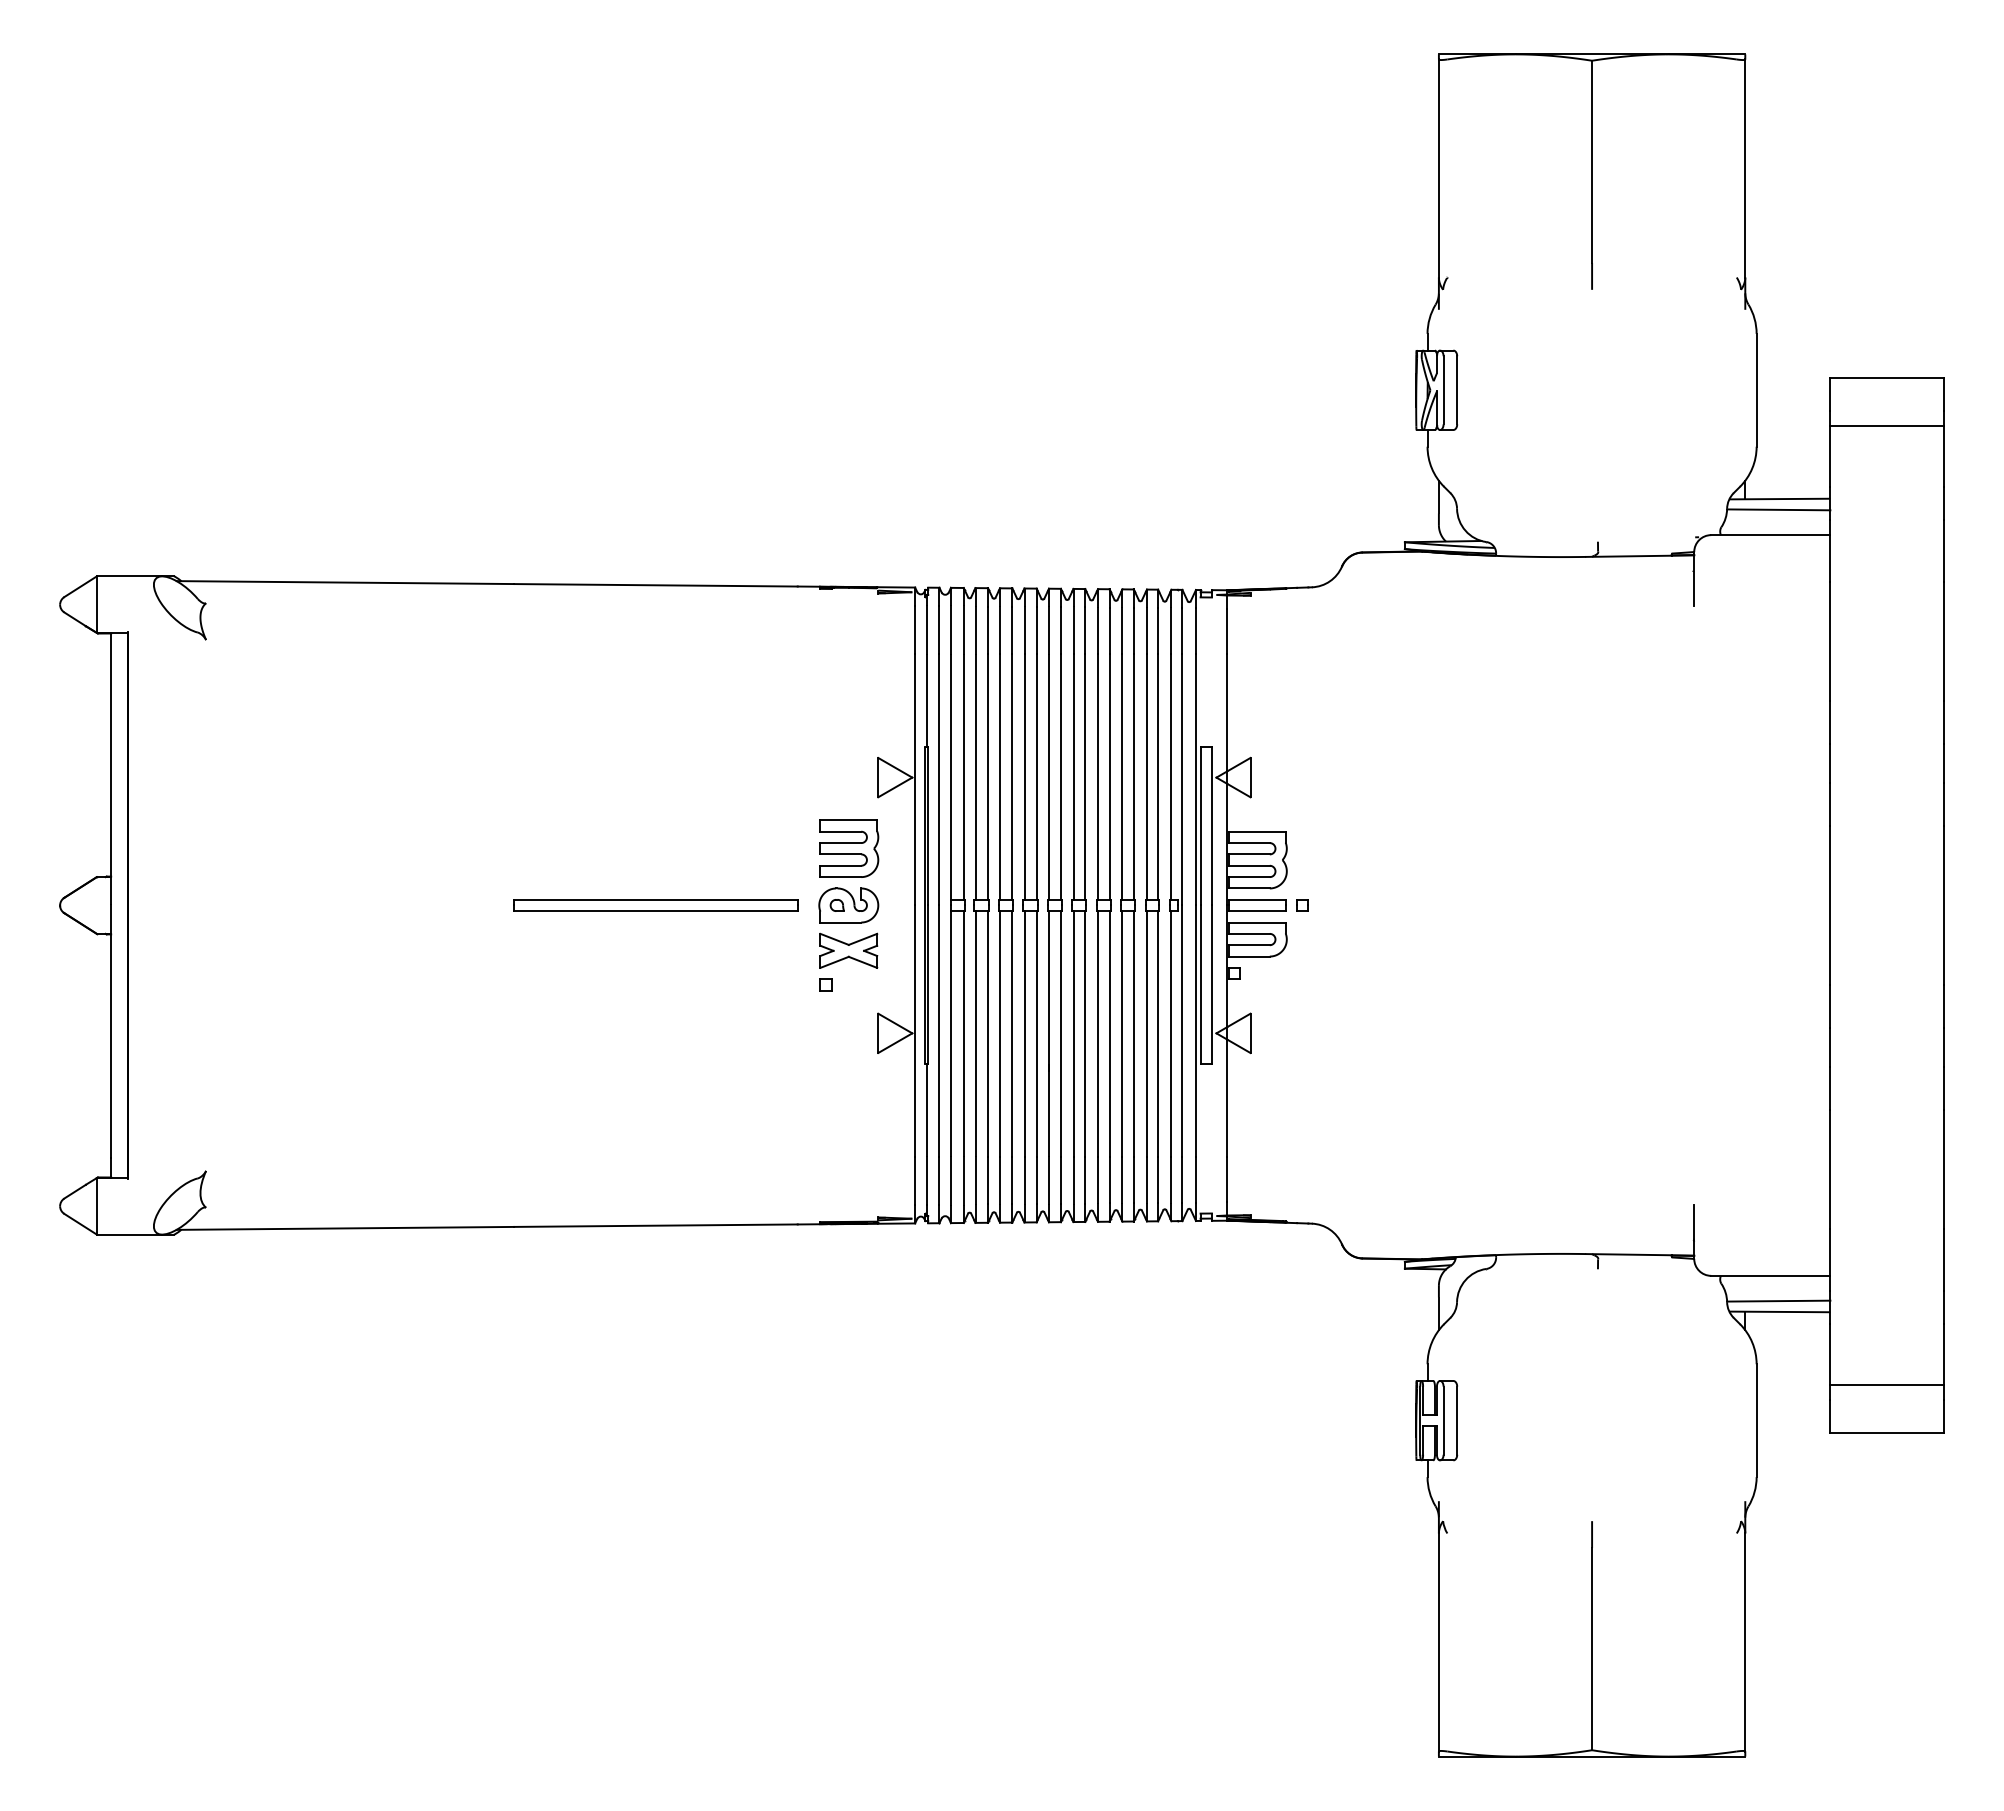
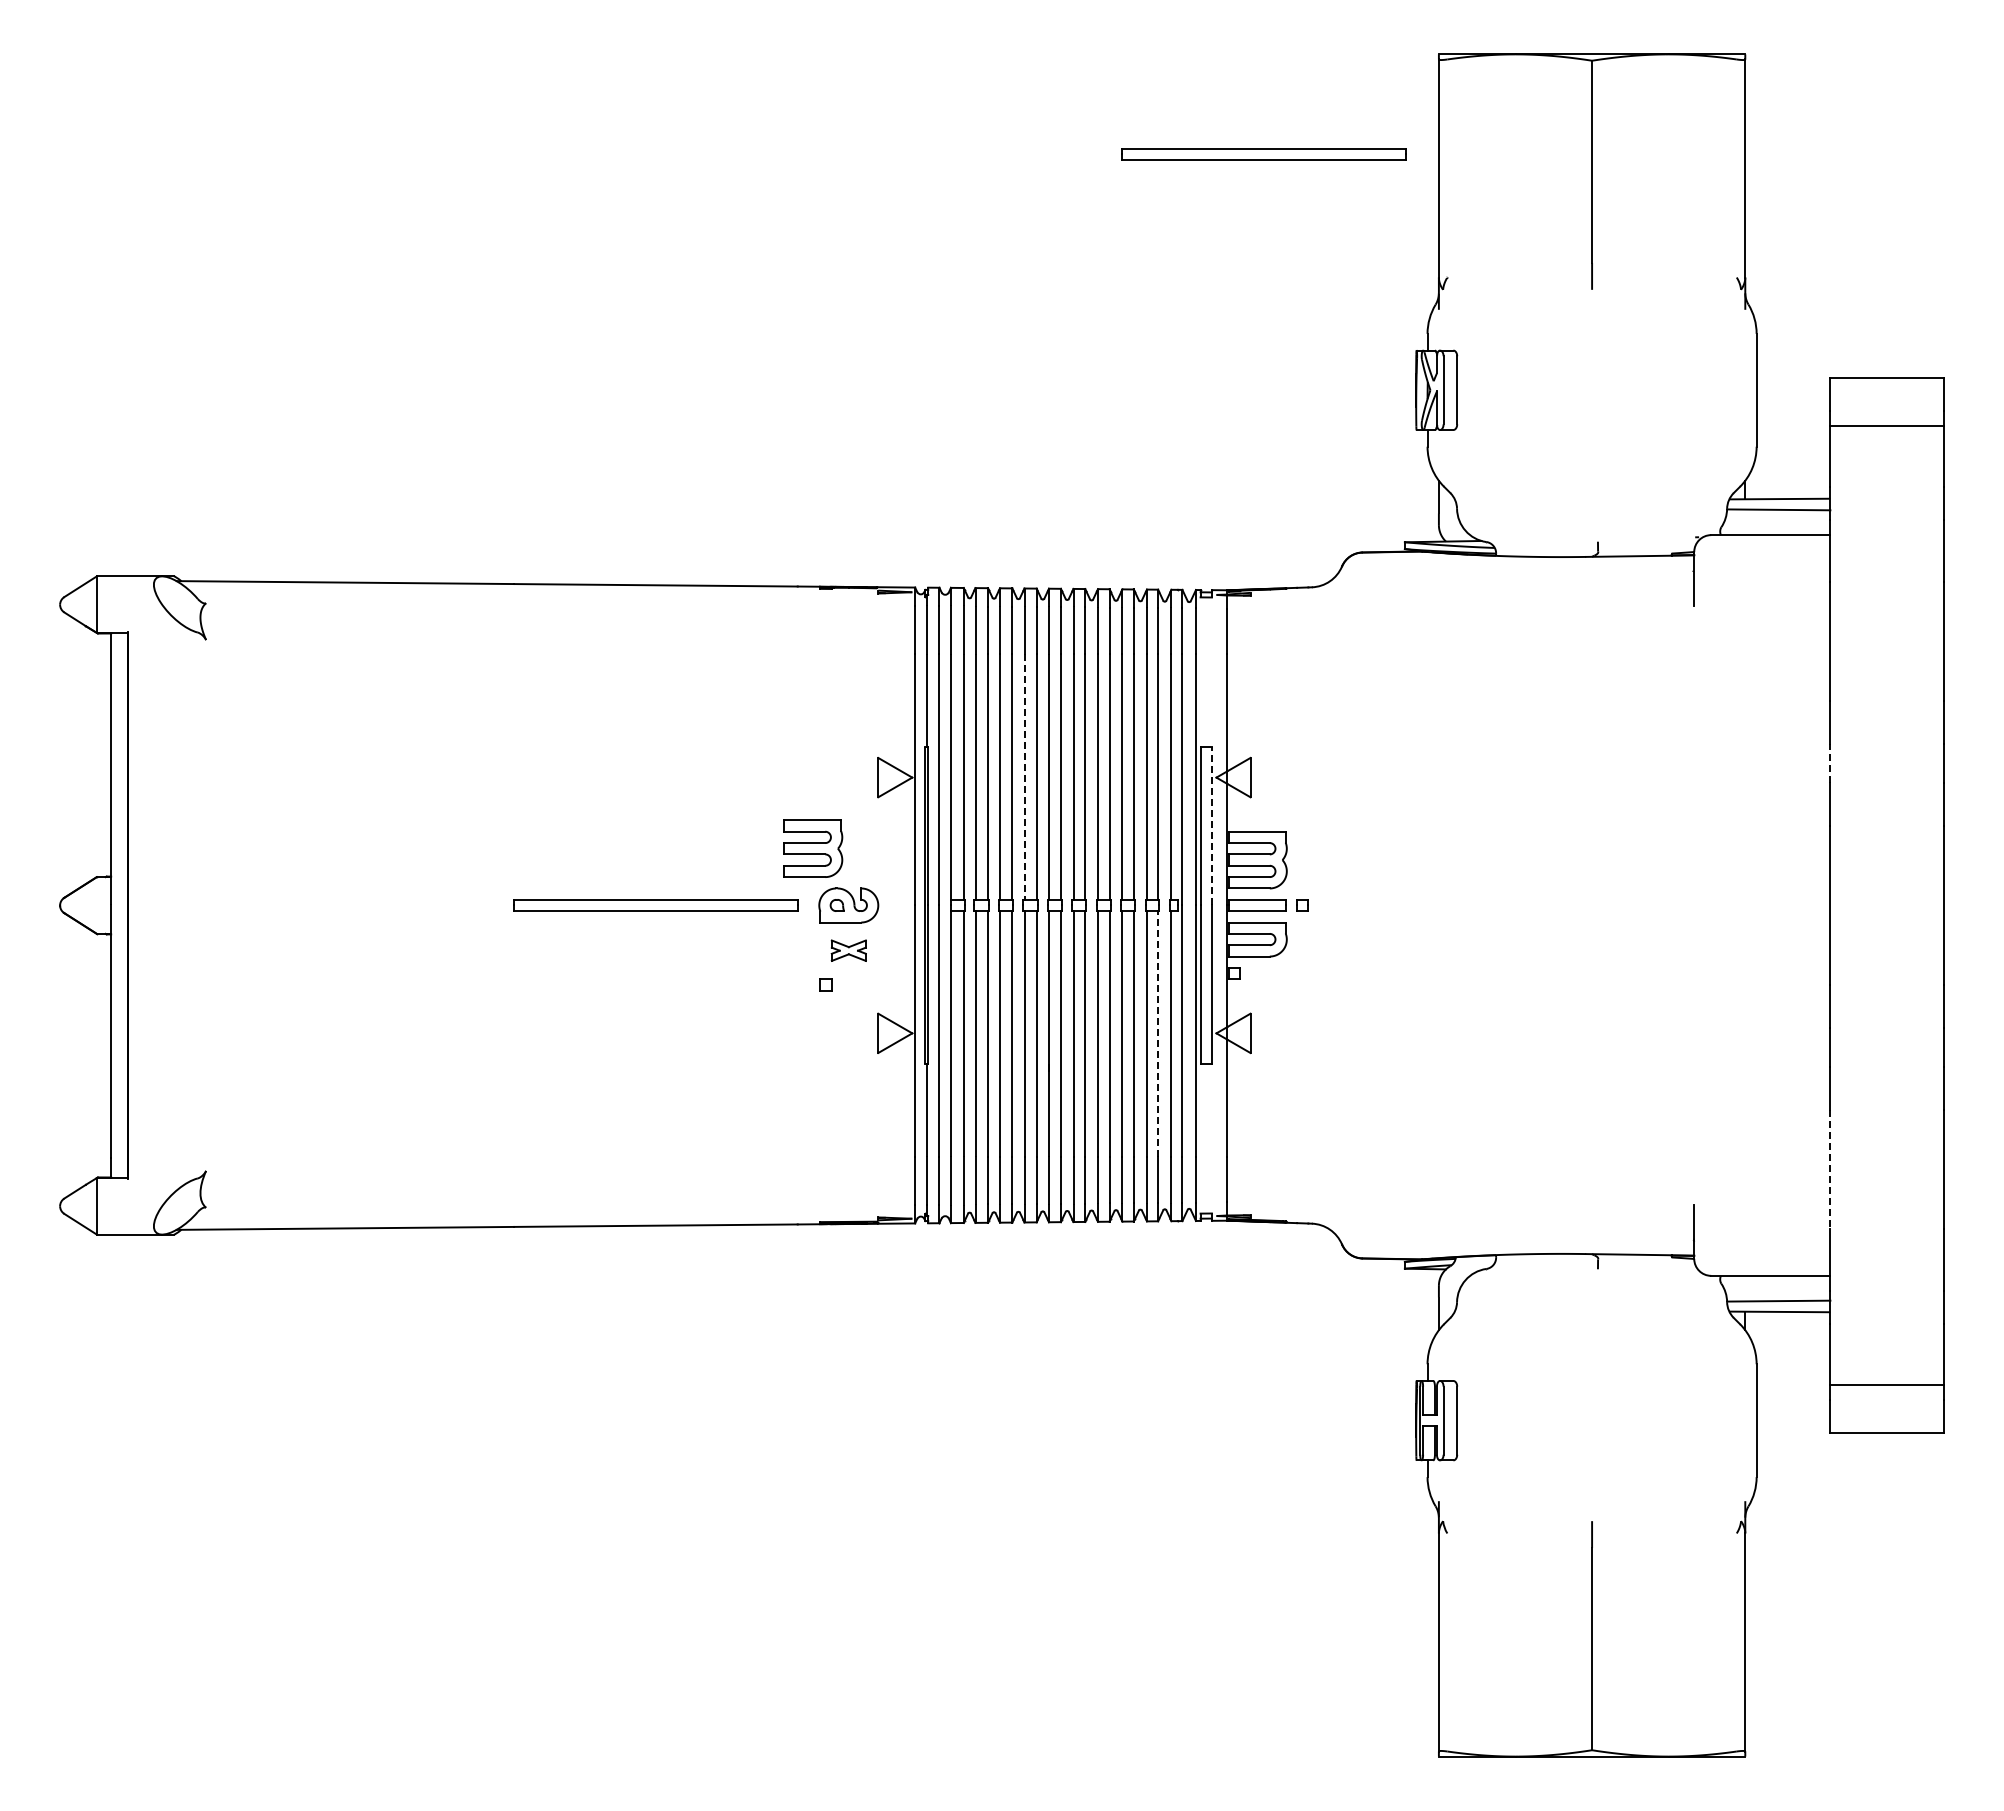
part at (1263, 154): none -> present
line at (1830, 763): solid -> dashed
line at (1024, 776): solid -> dashed
line at (1211, 825): solid -> dashed
part at (849, 848) position: (849, 848) -> (813, 848)
part at (848, 950) size: 60x37 px -> 37x23 px
line at (1158, 1033): solid -> dashed
line at (1830, 1169): solid -> dashed
